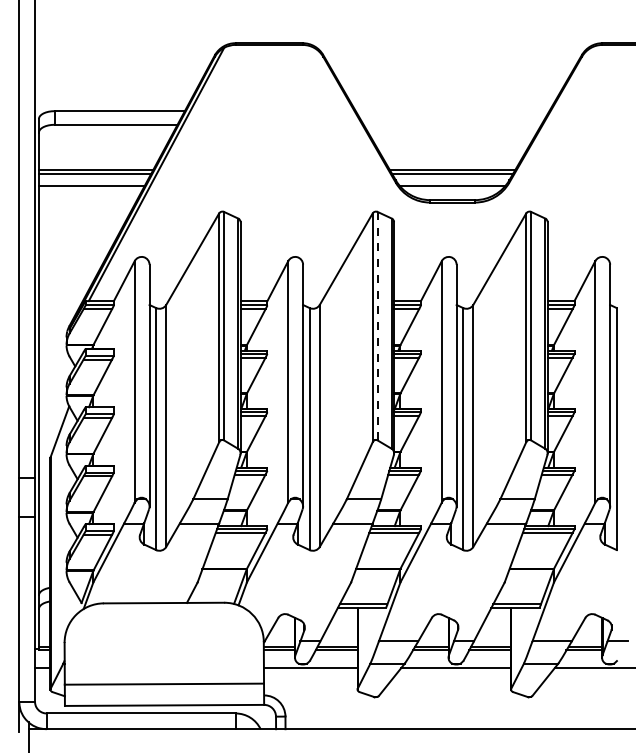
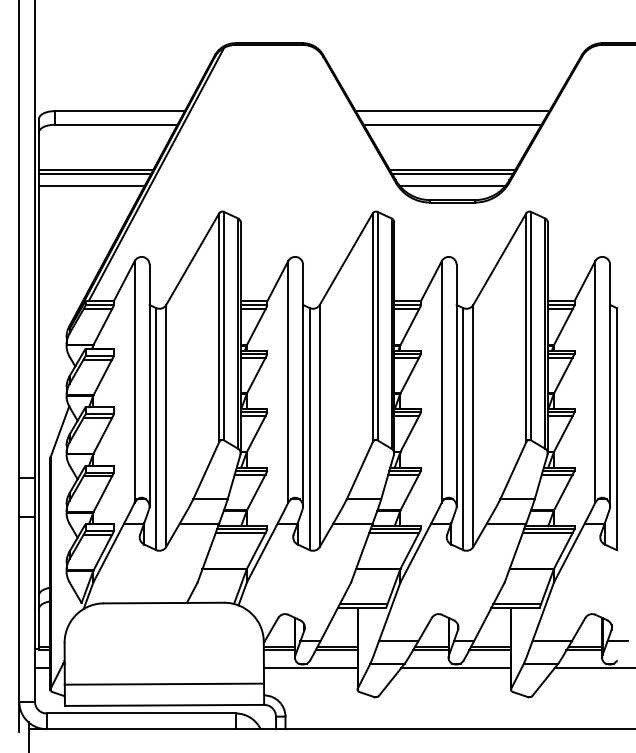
line at (452, 111): none -> present
line at (452, 124): none -> present
line at (377, 326): dashed -> solid
